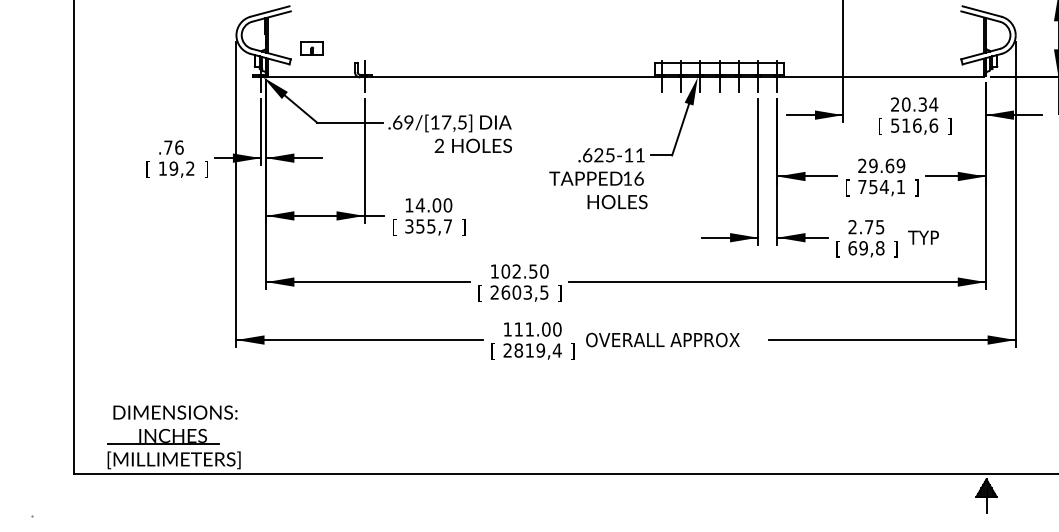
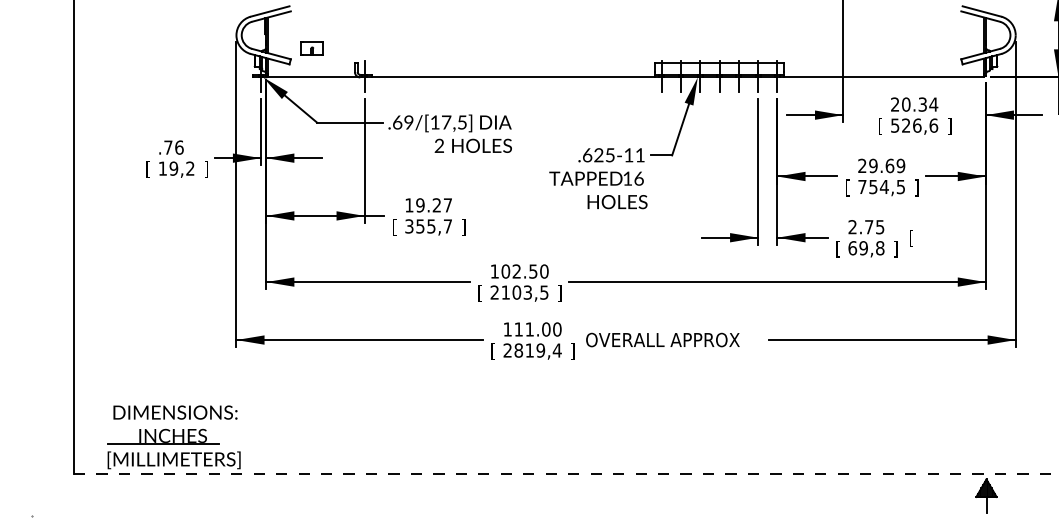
text at (906, 125): 516,6 -> 526,6
text at (900, 187): 754,1 -> 754,5
text at (433, 205): 14.00 -> 19.27
text at (923, 238): TYP -> [
text at (505, 292): 2603,5 -> 2103,5
line at (566, 473): solid -> dashed
